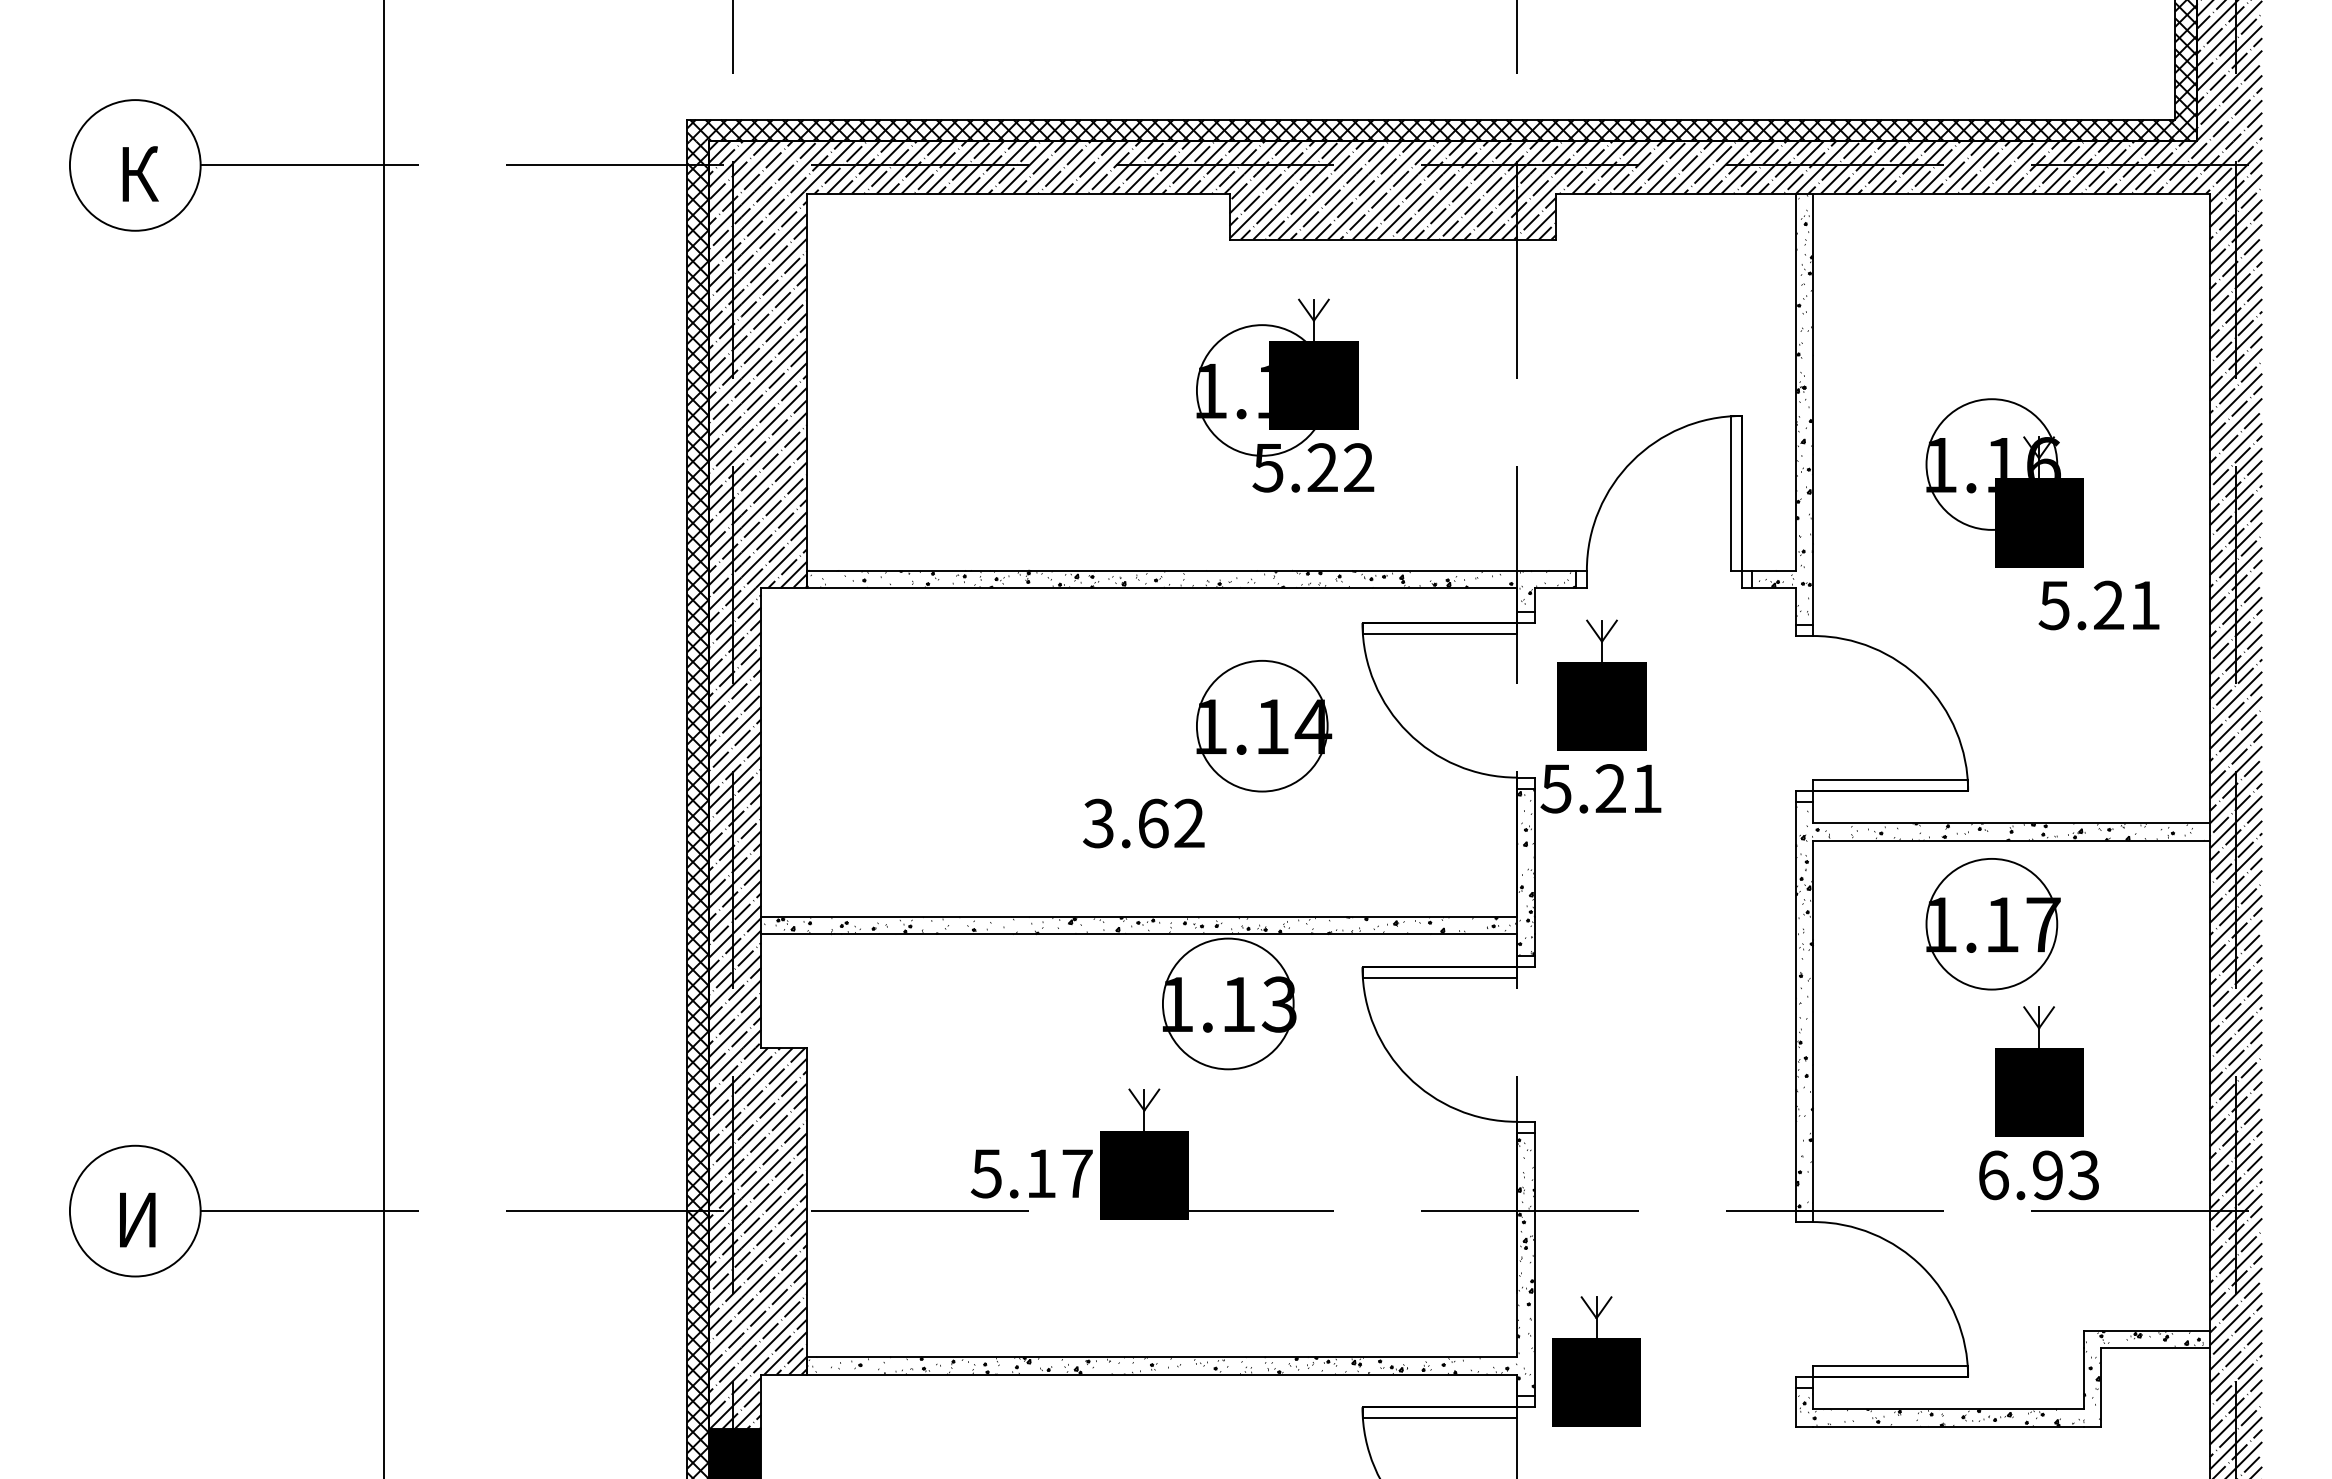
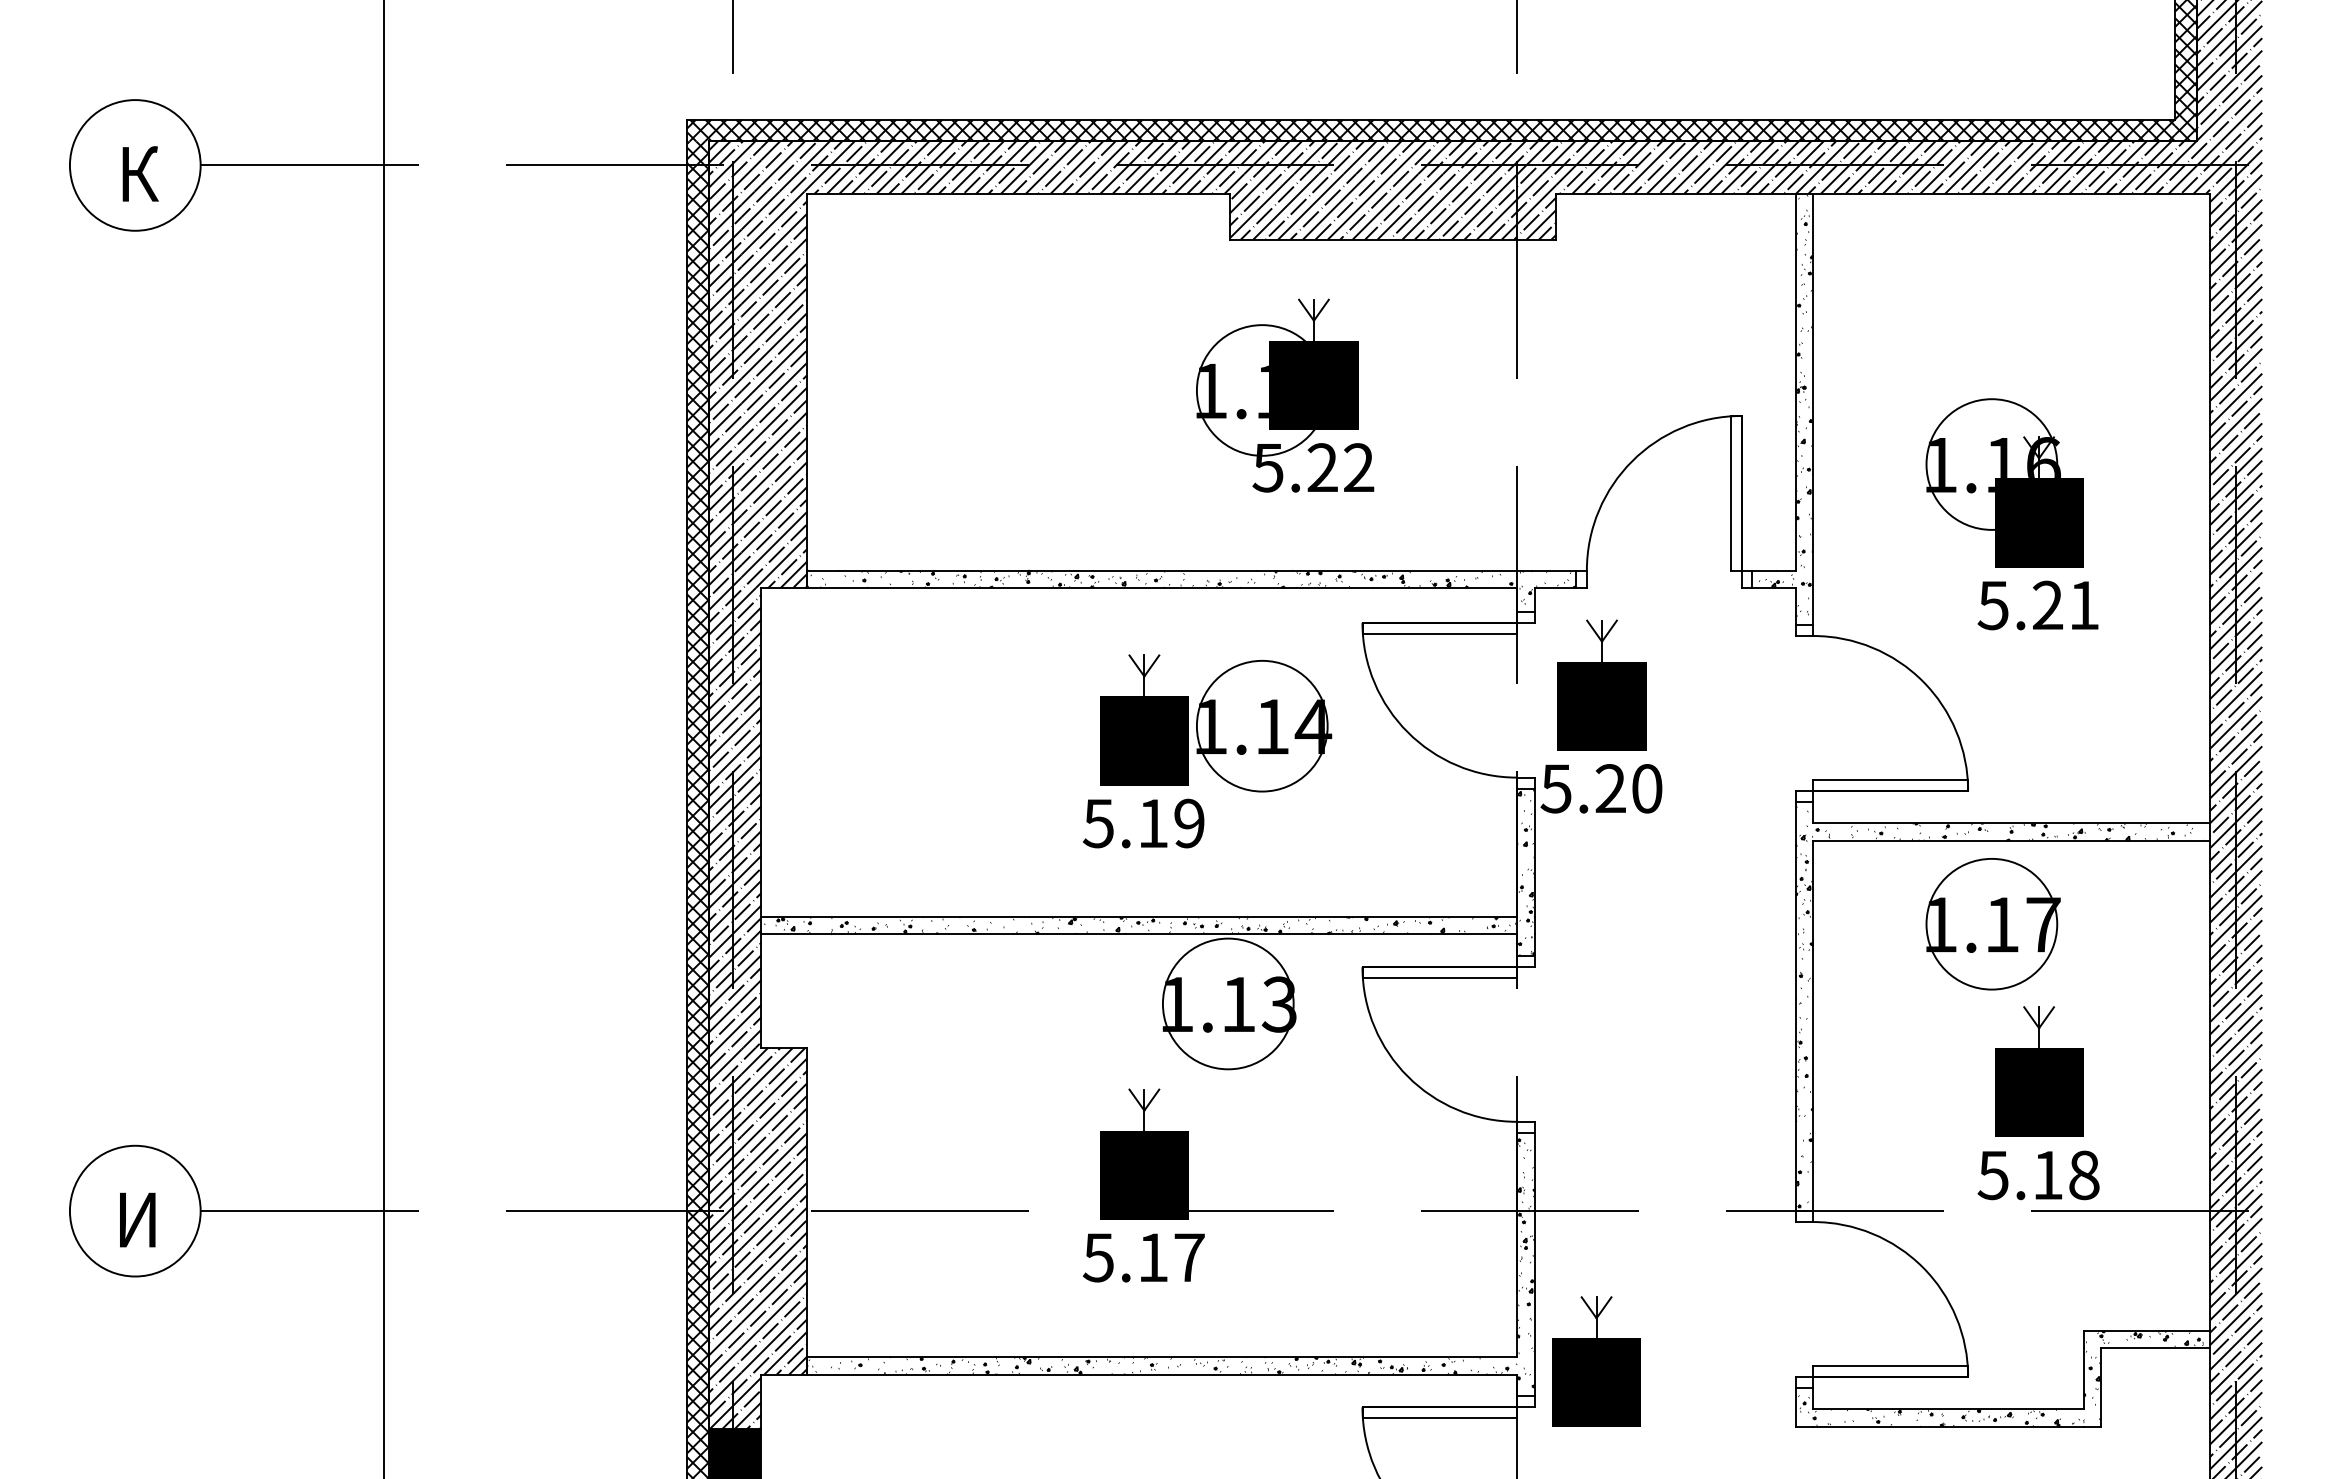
text at (2098, 605) position: (2098, 605) -> (2037, 605)
part at (1144, 719): none -> present
text at (1647, 788): 5.21 -> 5.20
text at (1143, 823): 3.62 -> 5.19
text at (1031, 1173) position: (1031, 1173) -> (1143, 1257)
text at (2038, 1175): 6.93 -> 5.18
